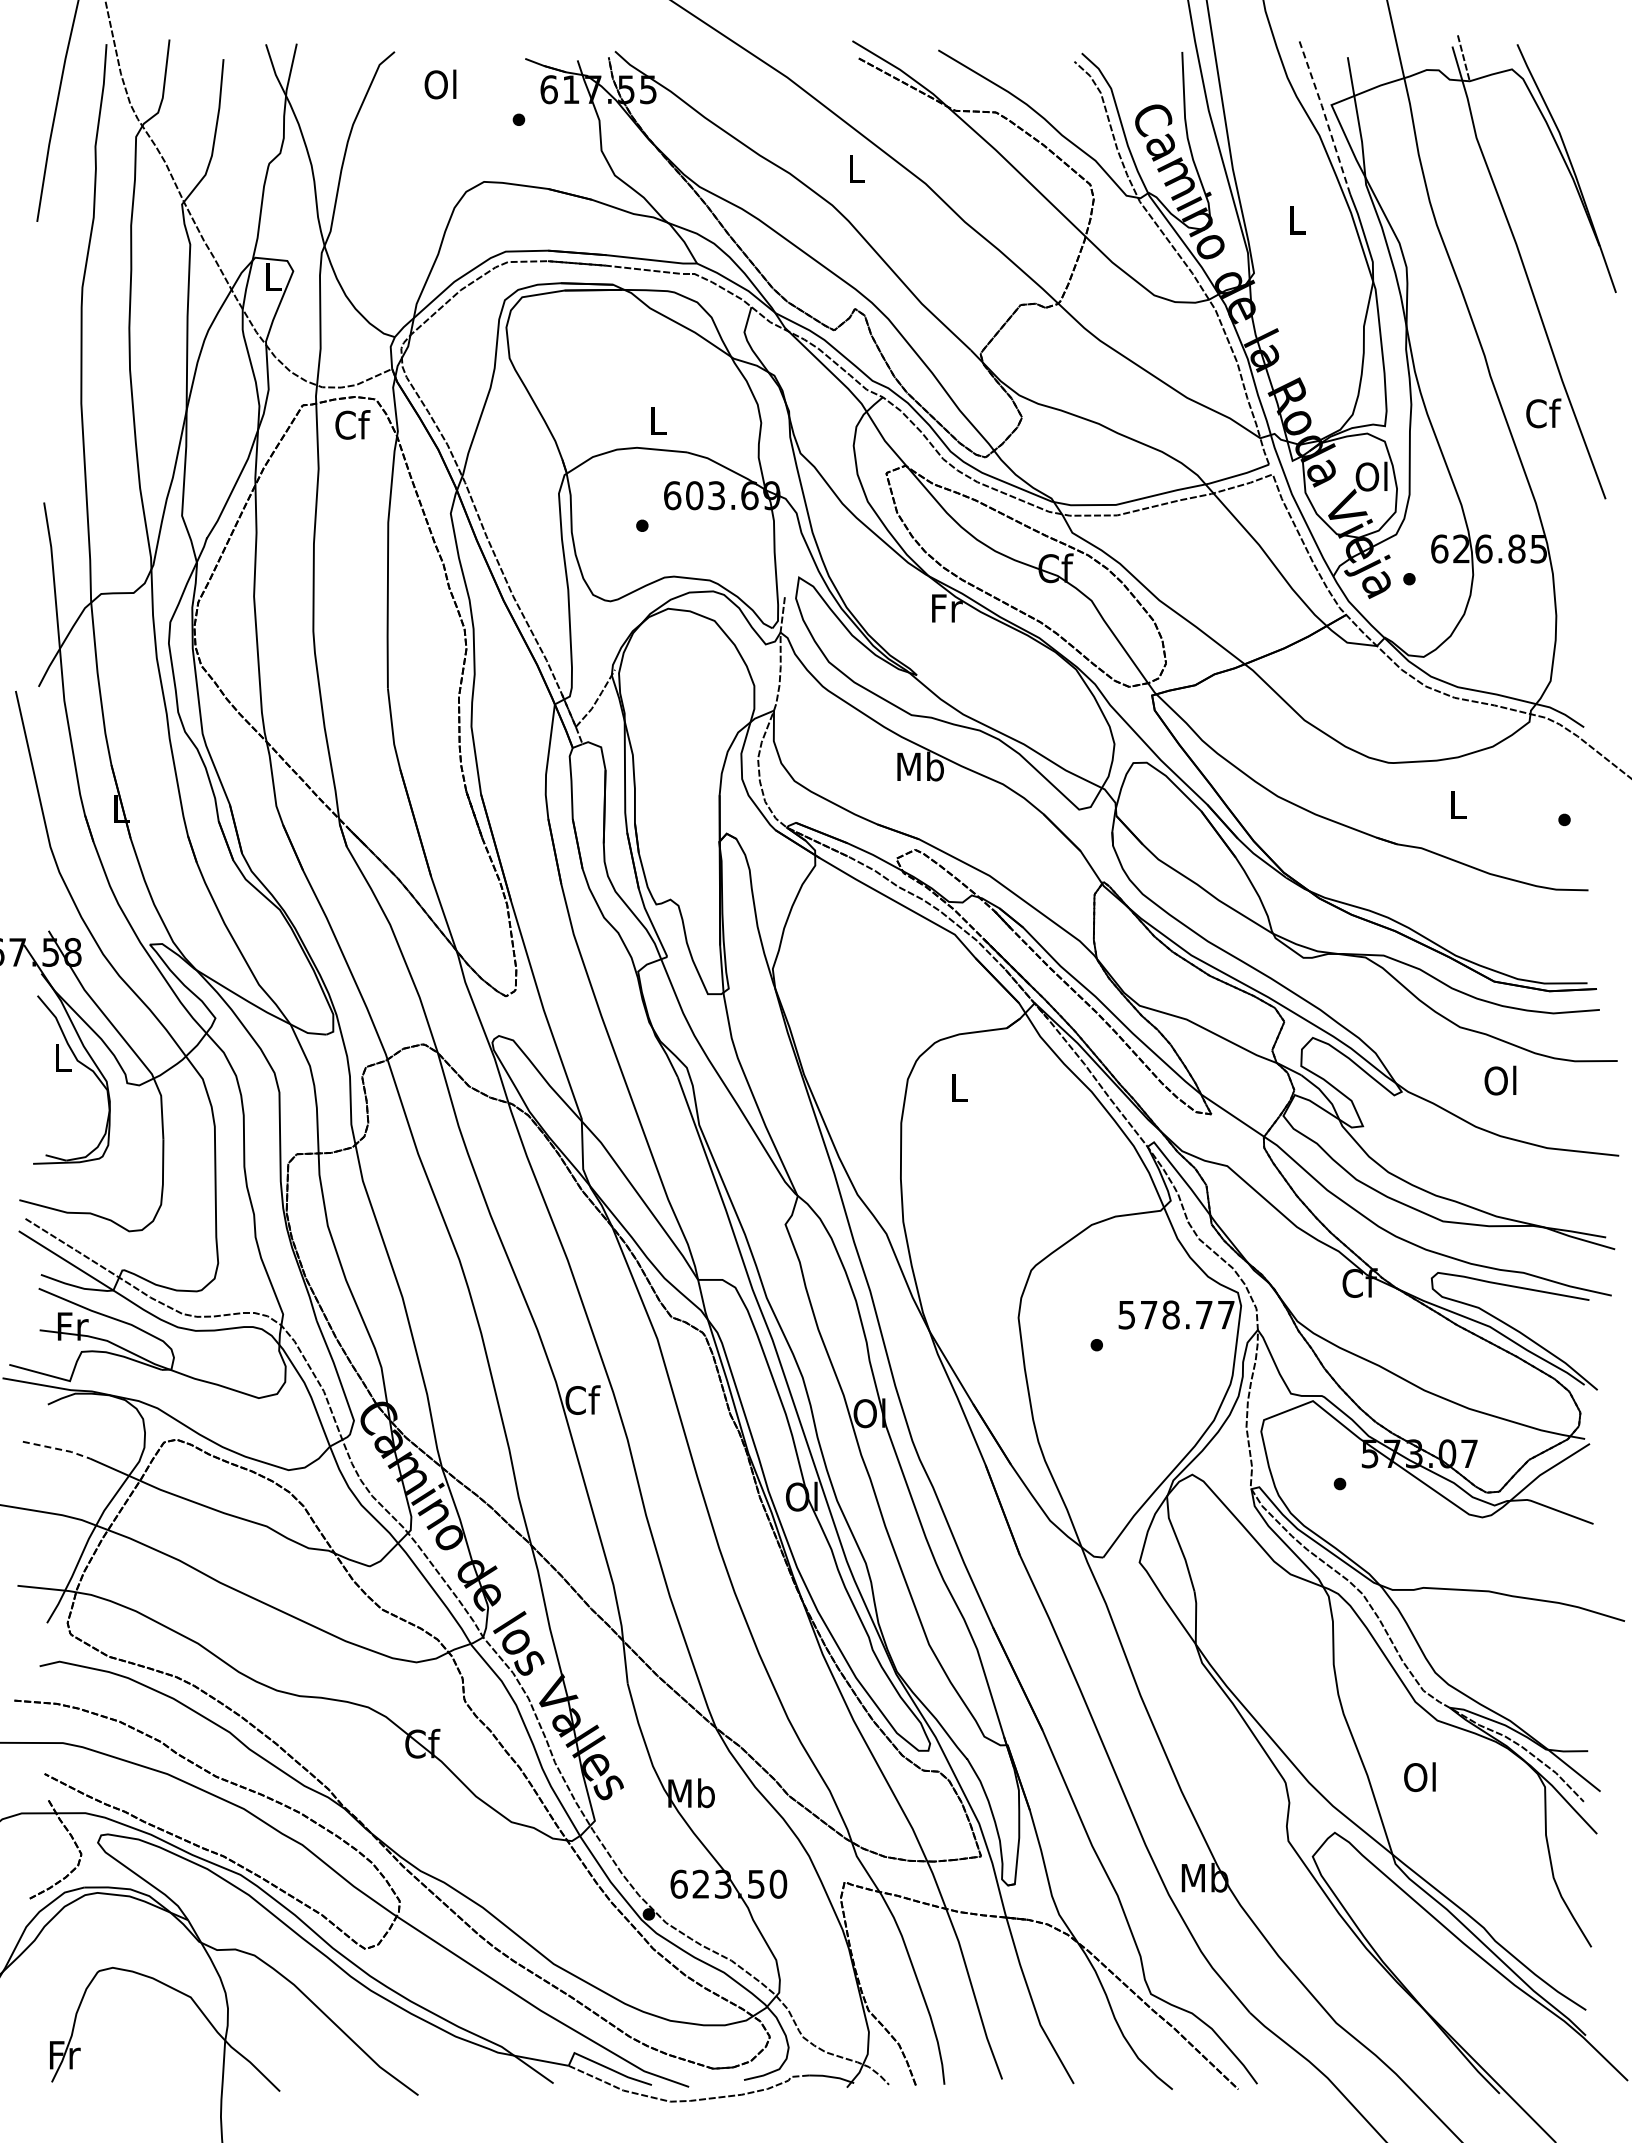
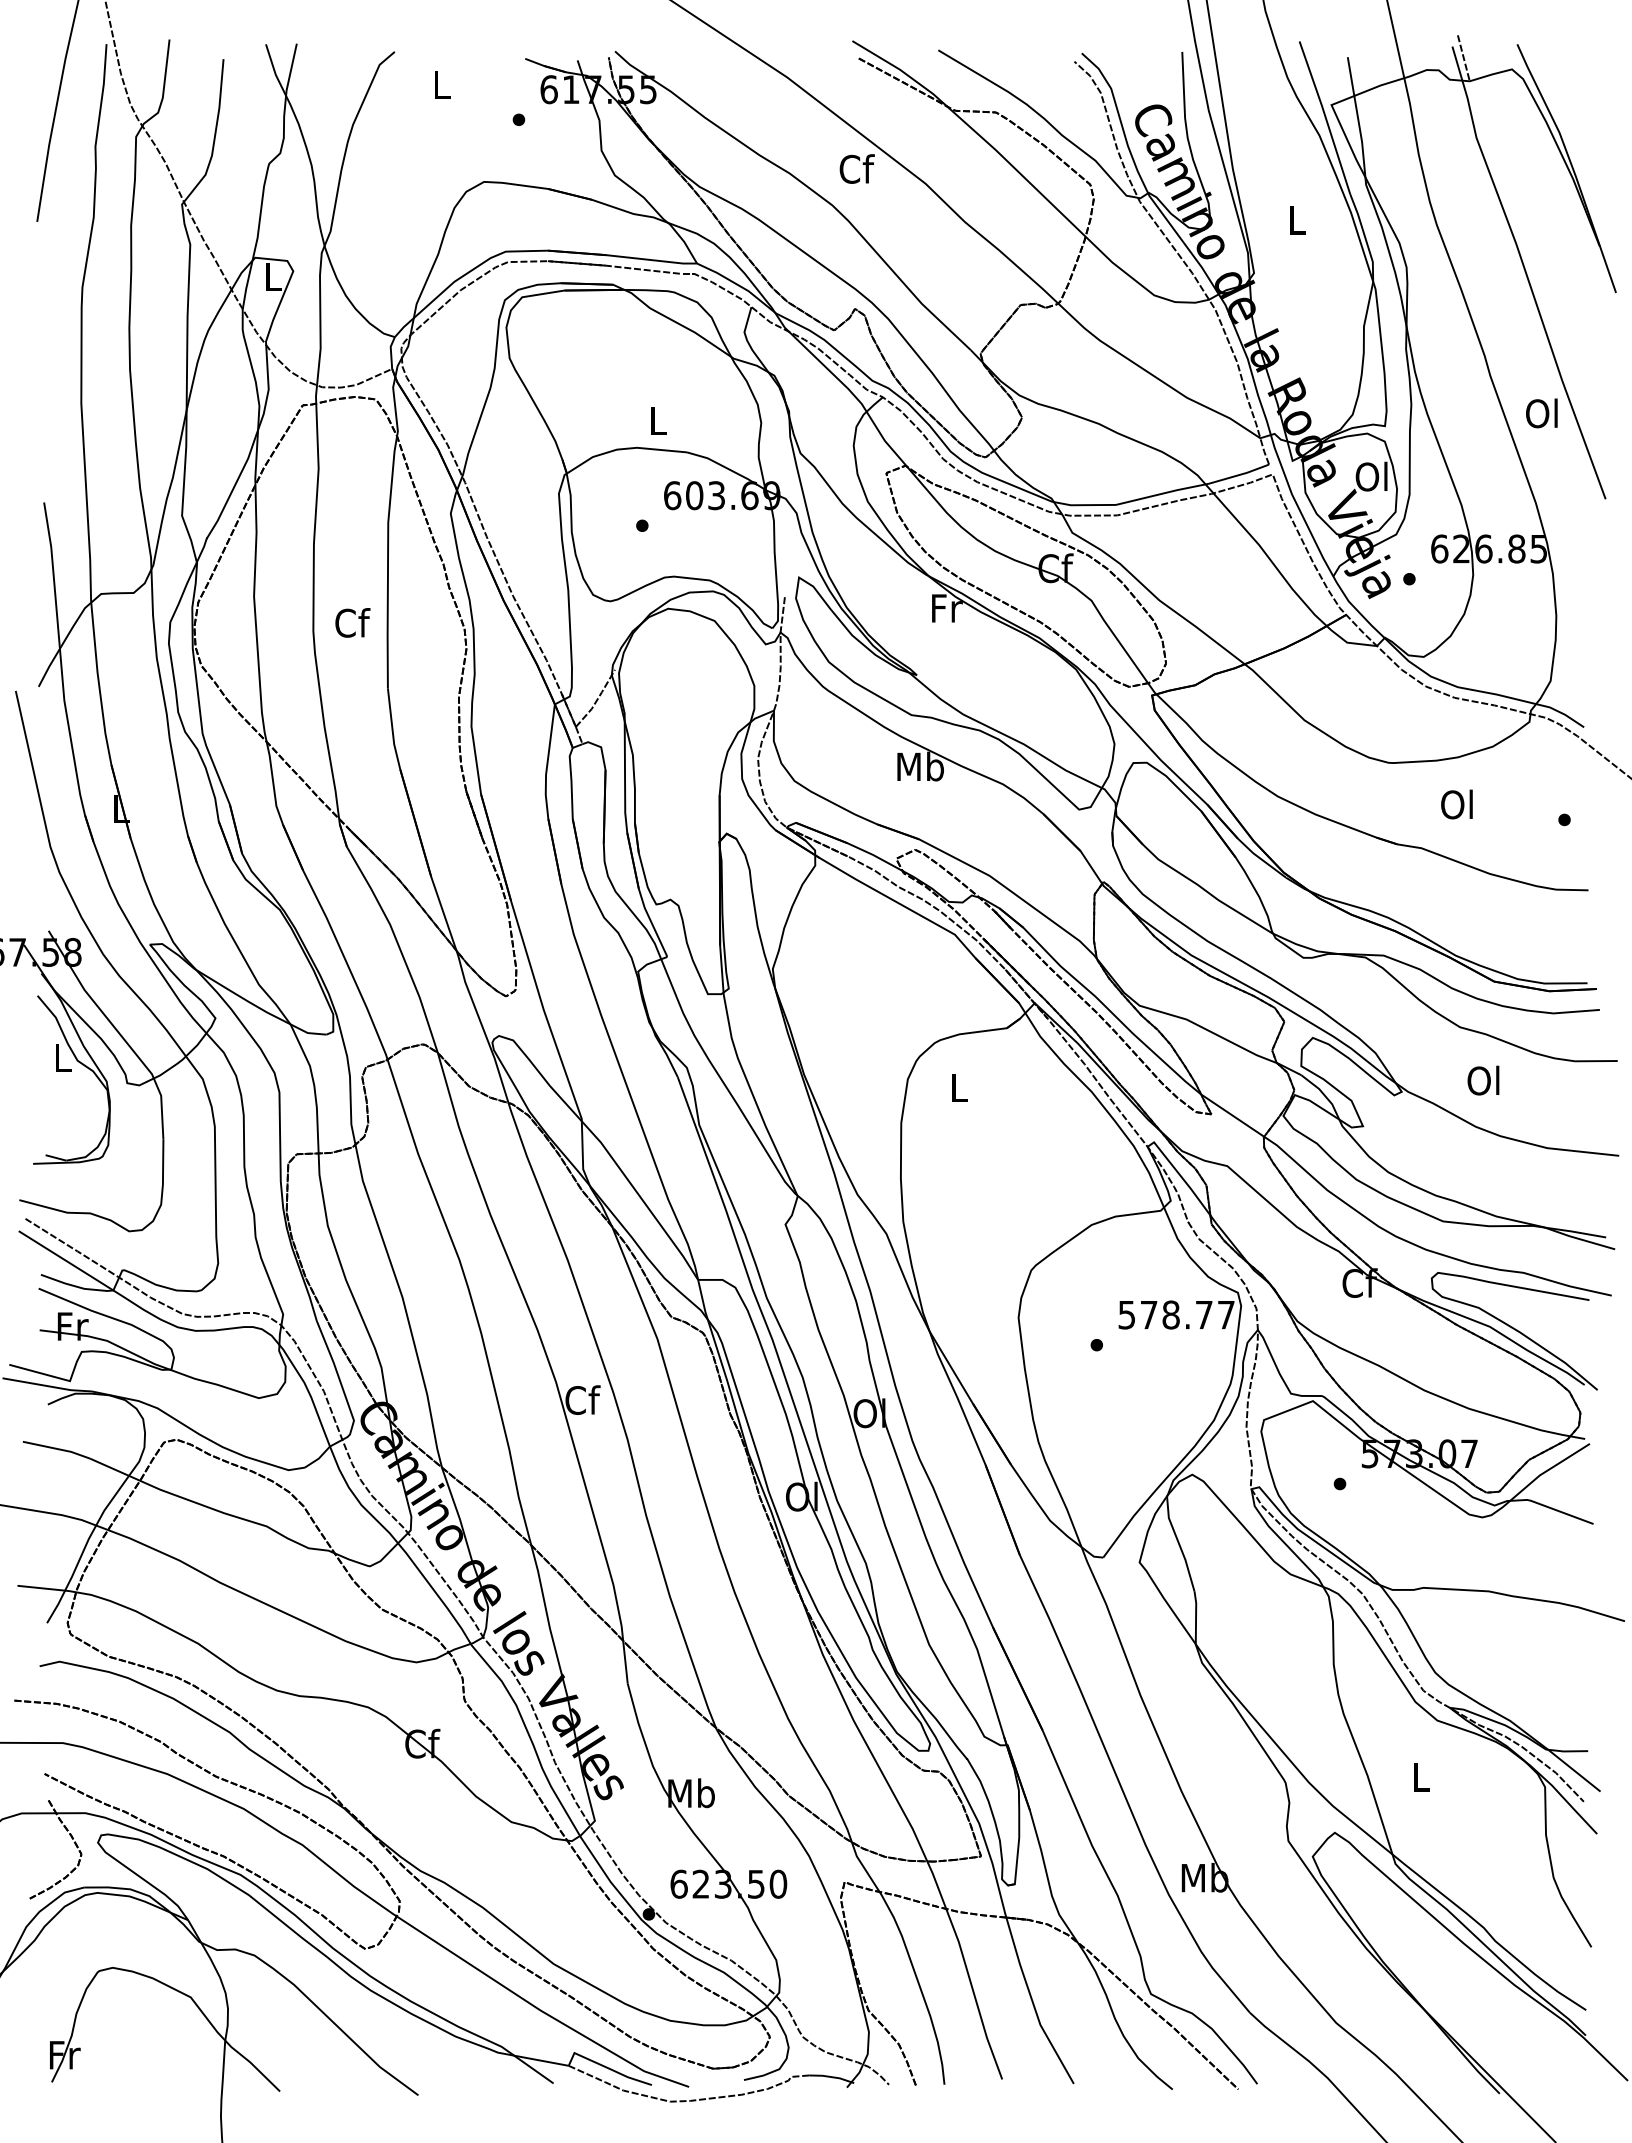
text at (440, 84): Ol -> L
line at (1325, 116): dashed -> solid
text at (856, 168): L -> Cf
text at (1543, 413): Cf -> Ol
text at (352, 424) position: (352, 424) -> (352, 622)
text at (1456, 804): L -> Ol
text at (1500, 1080) position: (1500, 1080) -> (1483, 1080)
line at (57, 1449): dashed -> solid
text at (1419, 1777): Ol -> L
